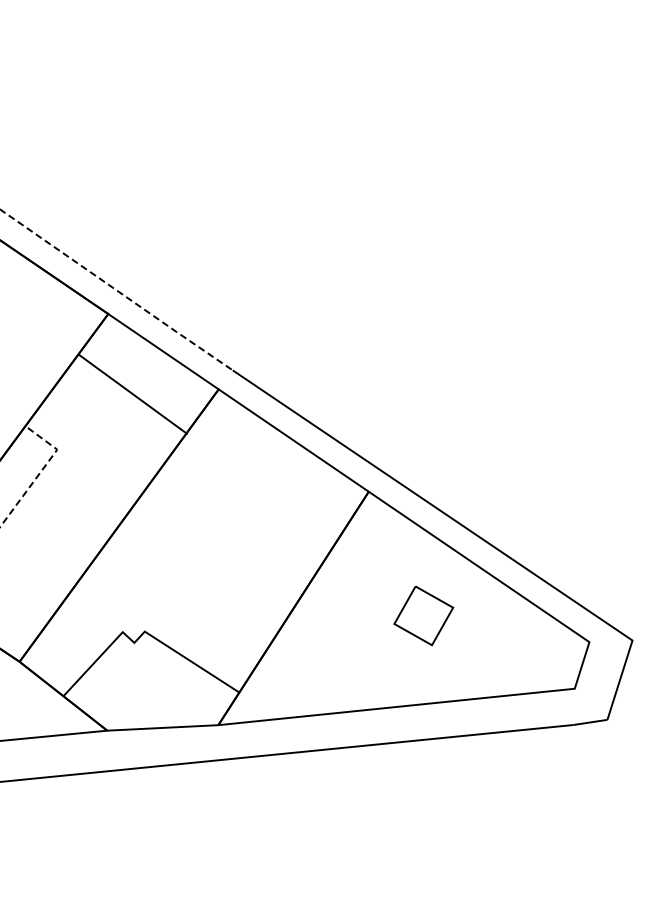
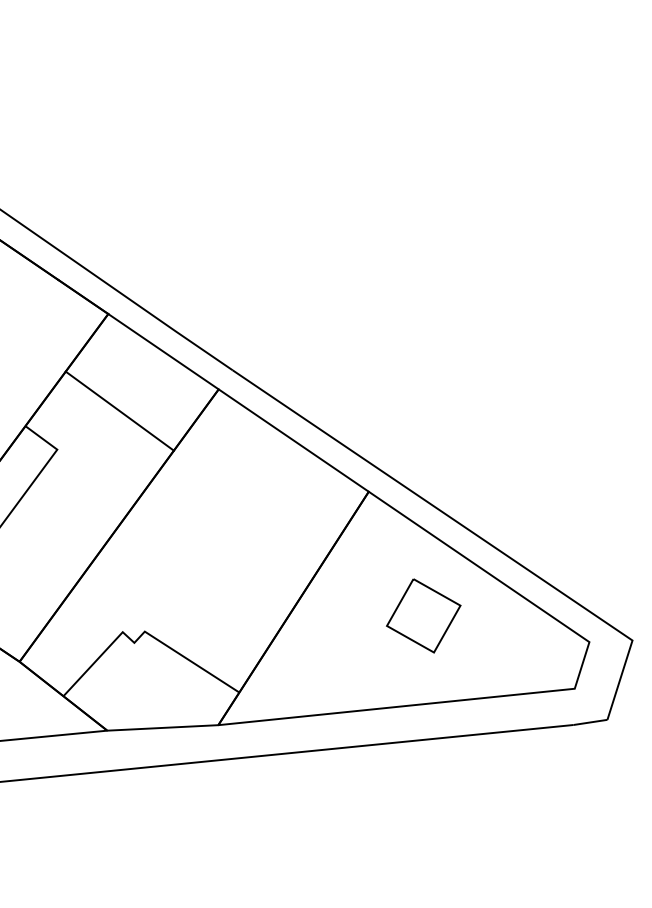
line at (117, 290): dashed -> solid
line at (132, 393) position: (132, 393) -> (119, 410)
line at (41, 471): dashed -> solid
part at (423, 615) size: 62x62 px -> 76x76 px
